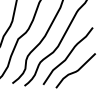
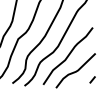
line at (92, 79): none -> present
